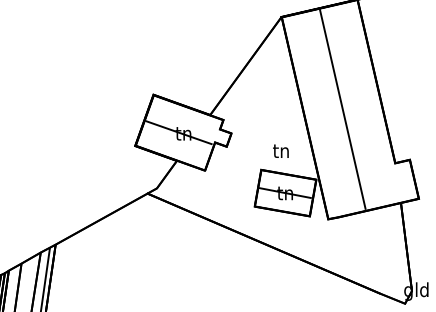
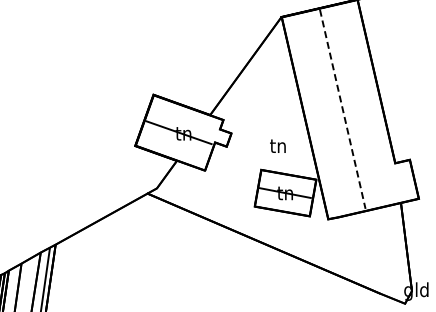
line at (342, 109): solid -> dashed
text at (280, 150) position: (280, 150) -> (277, 145)
